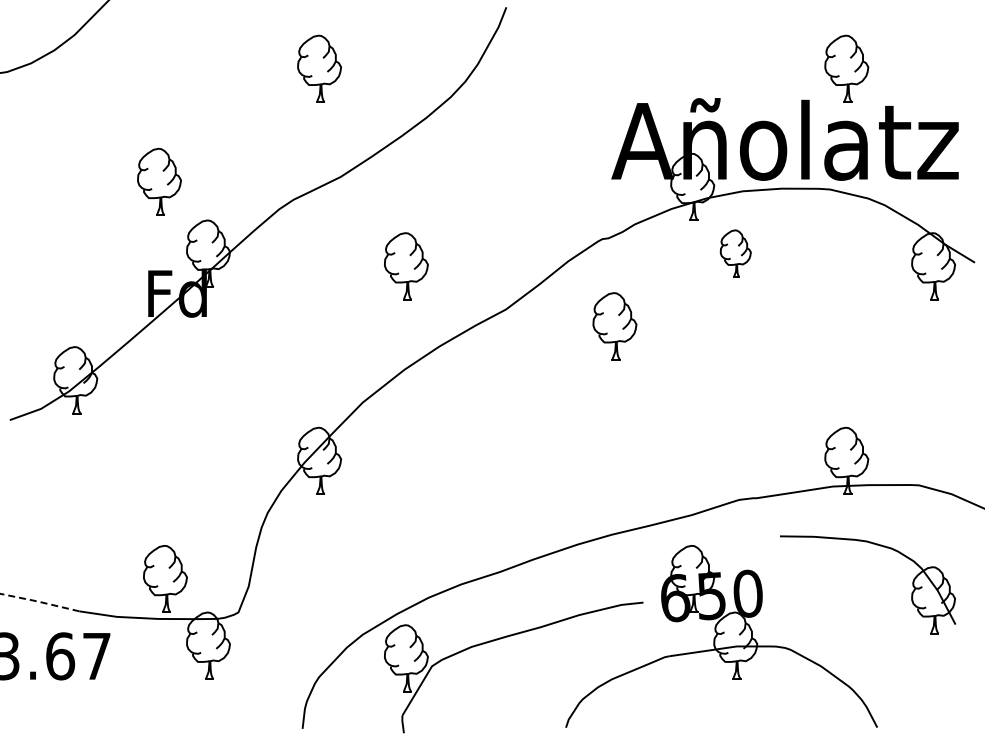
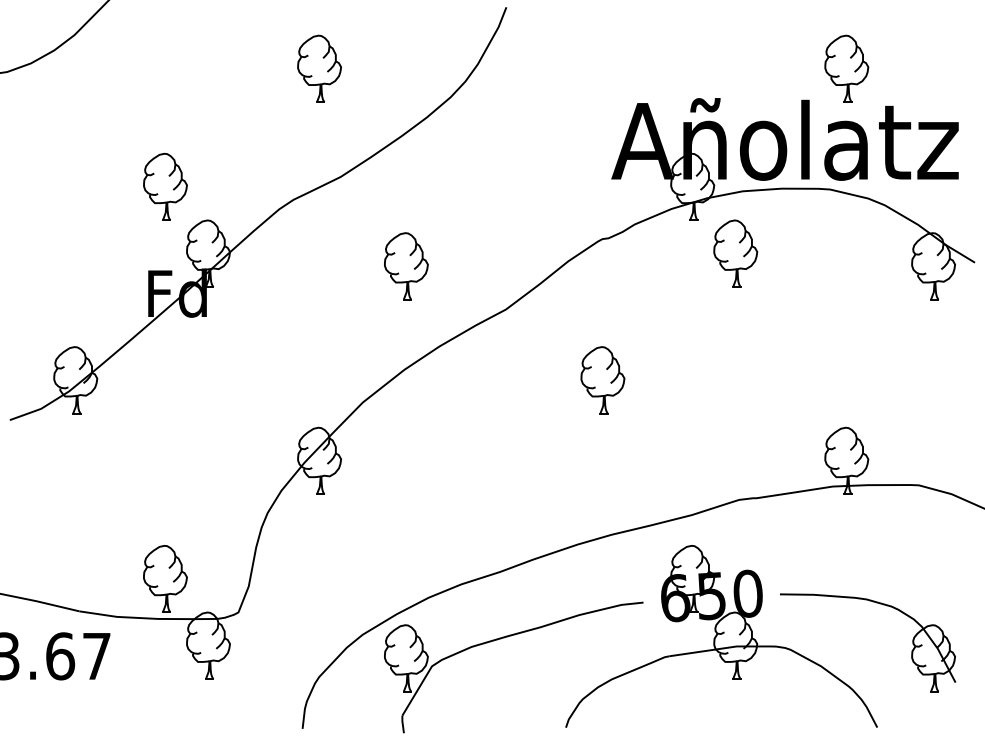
part at (159, 181) position: (159, 181) -> (165, 186)
part at (735, 253) size: 33x49 px -> 46x69 px
part at (614, 326) position: (614, 326) -> (602, 380)
part at (876, 545) position: (876, 545) -> (876, 603)
line at (39, 601): dashed -> solid
